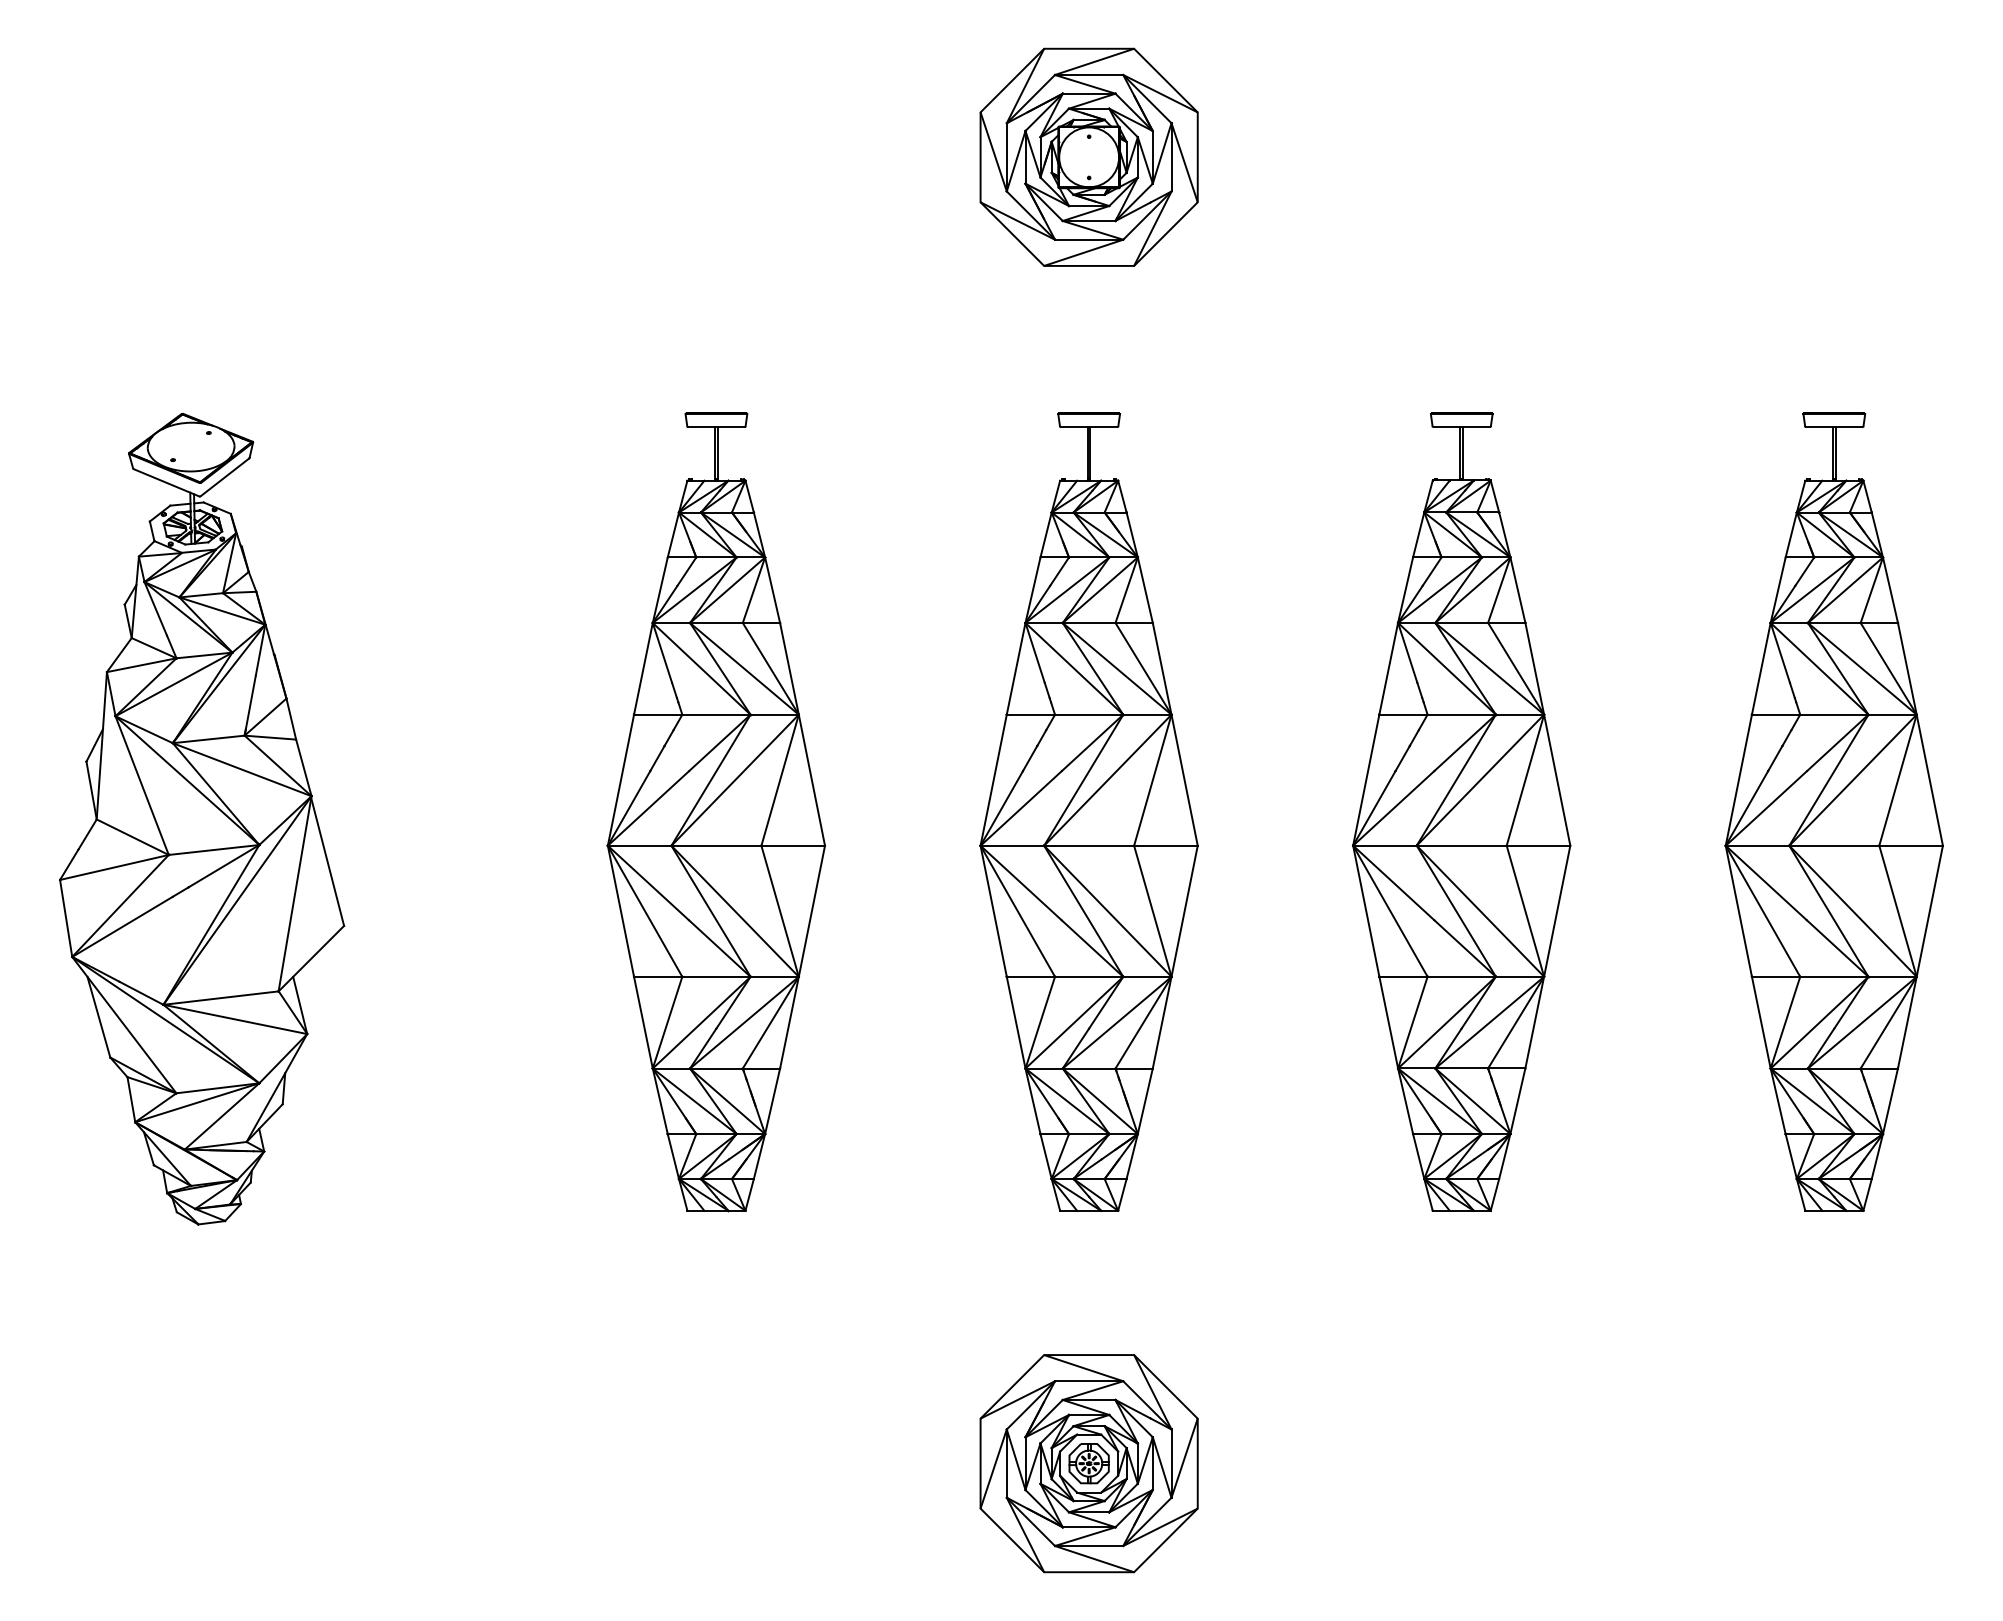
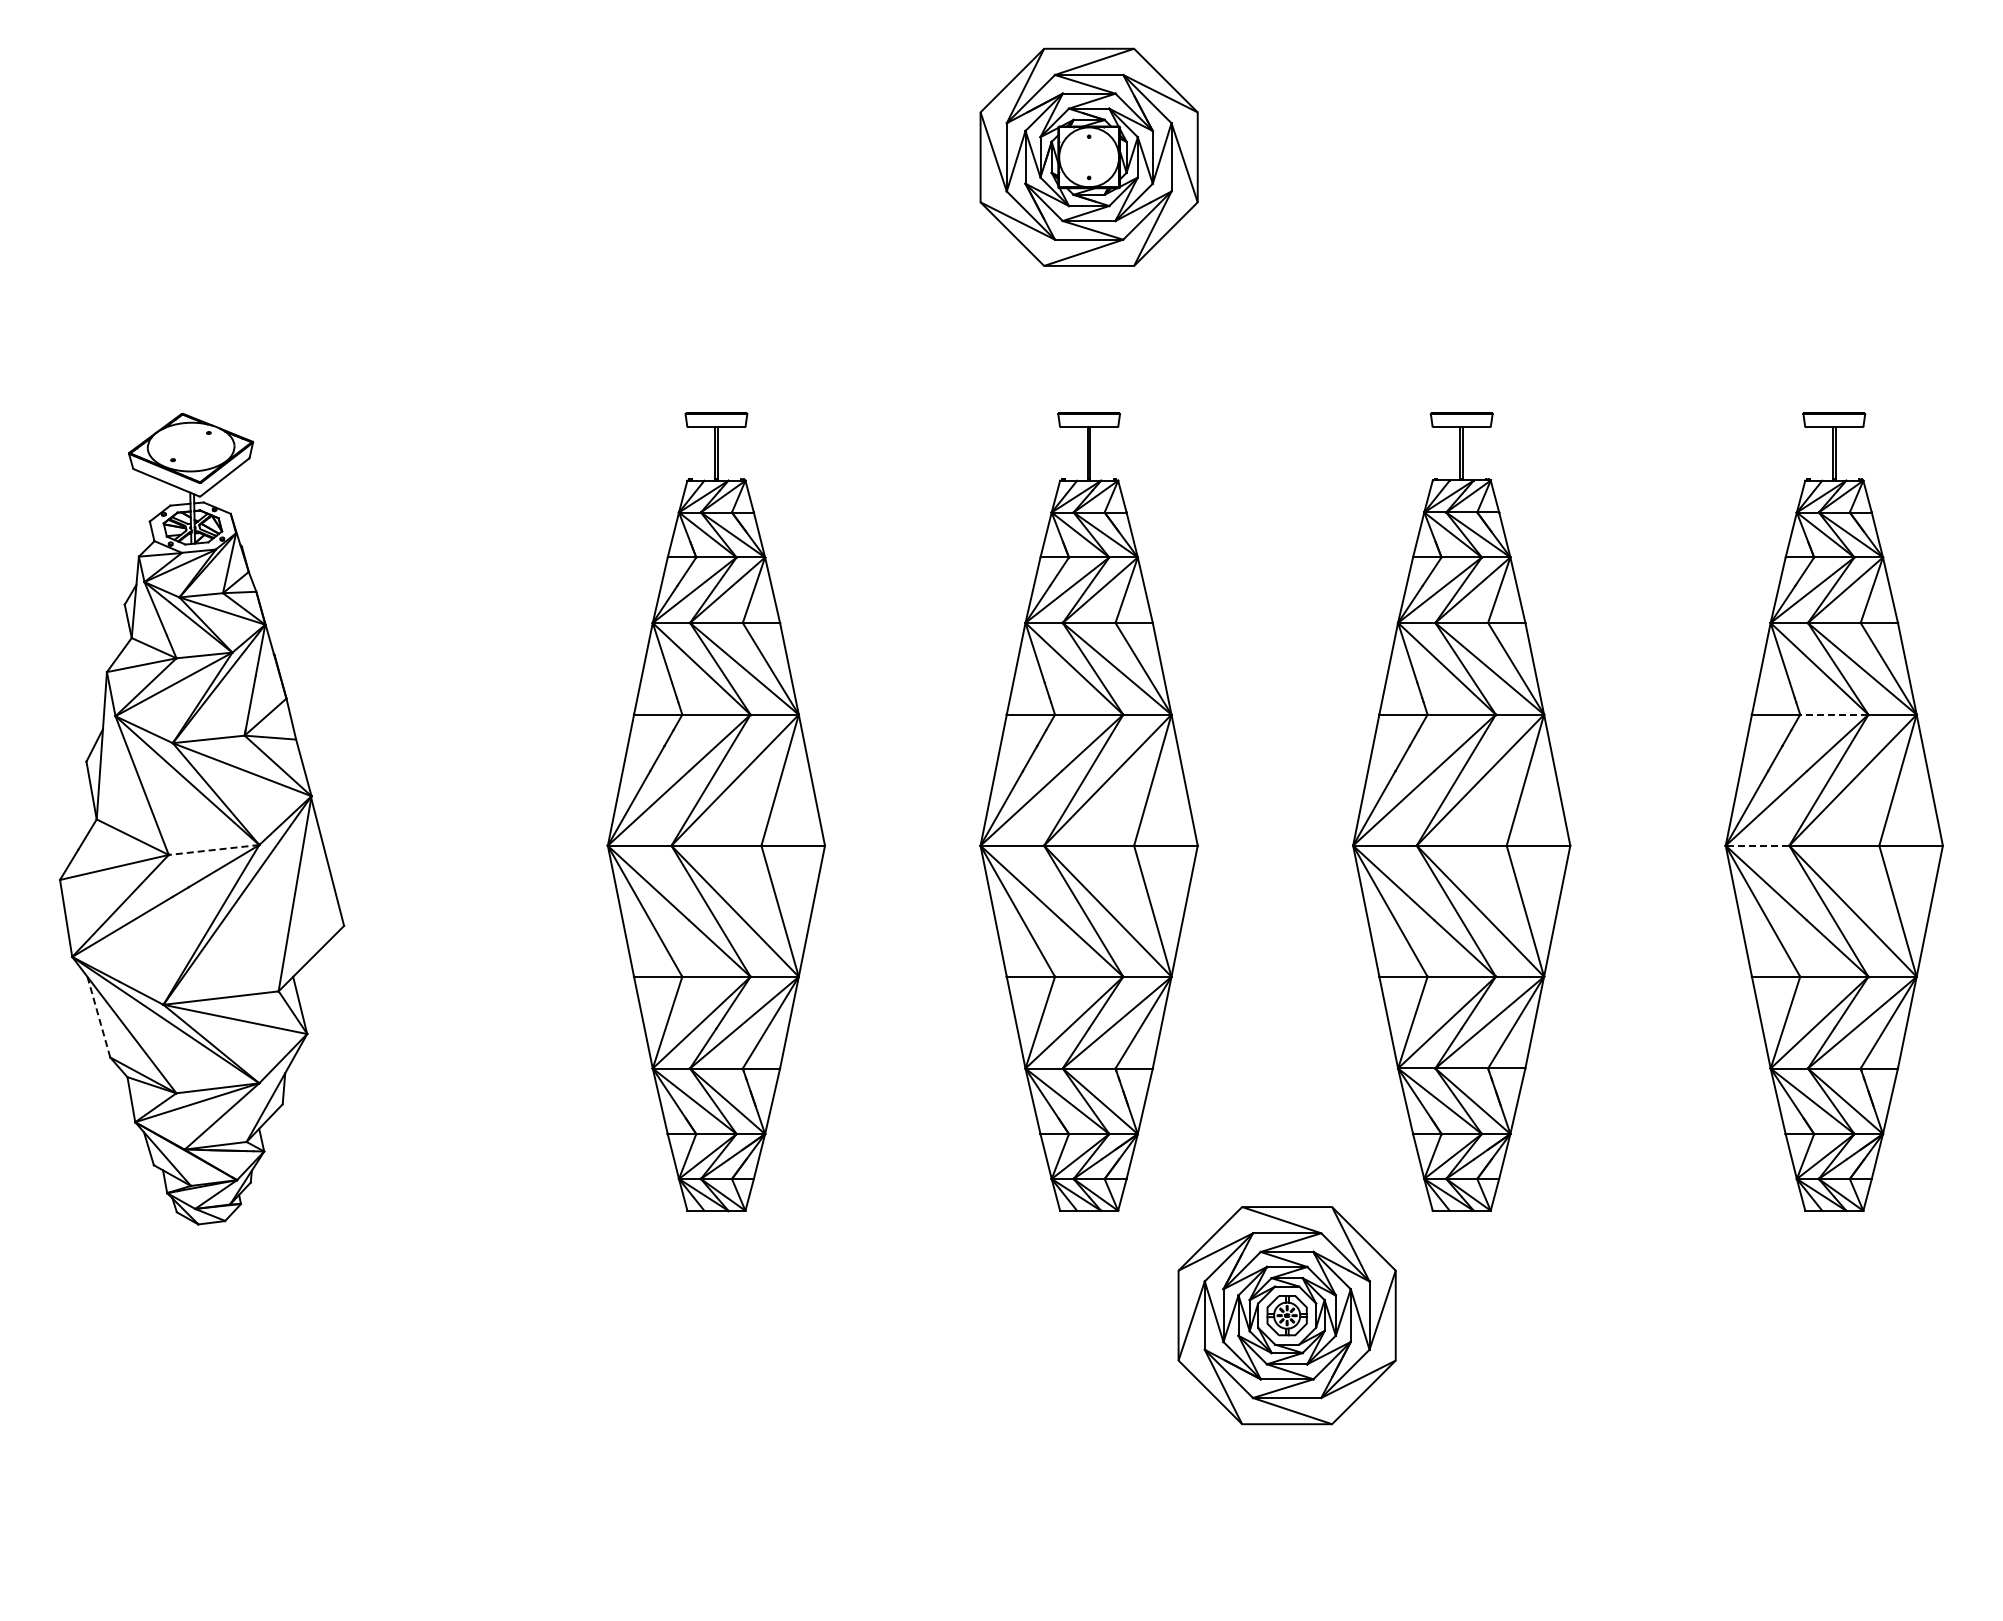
line at (1833, 714): solid -> dashed
line at (1757, 845): solid -> dashed
line at (213, 850): solid -> dashed
line at (98, 1017): solid -> dashed
part at (1088, 1463) position: (1088, 1463) -> (1286, 1315)
